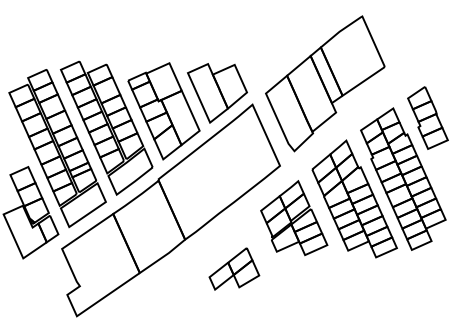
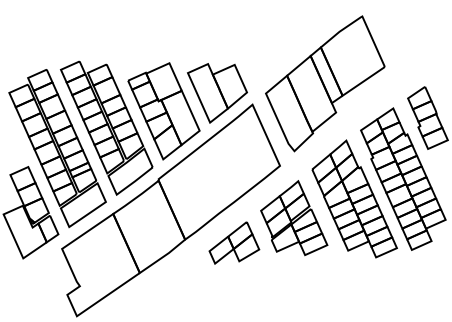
part at (234, 268) position: (234, 268) -> (234, 242)
